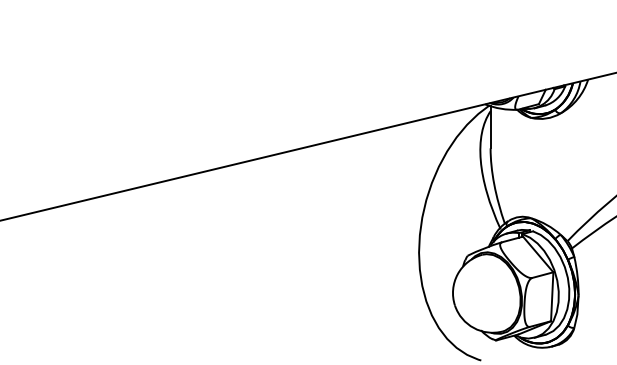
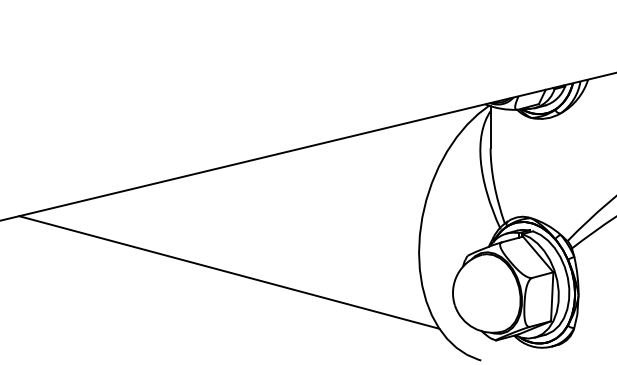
line at (229, 272): none -> present
